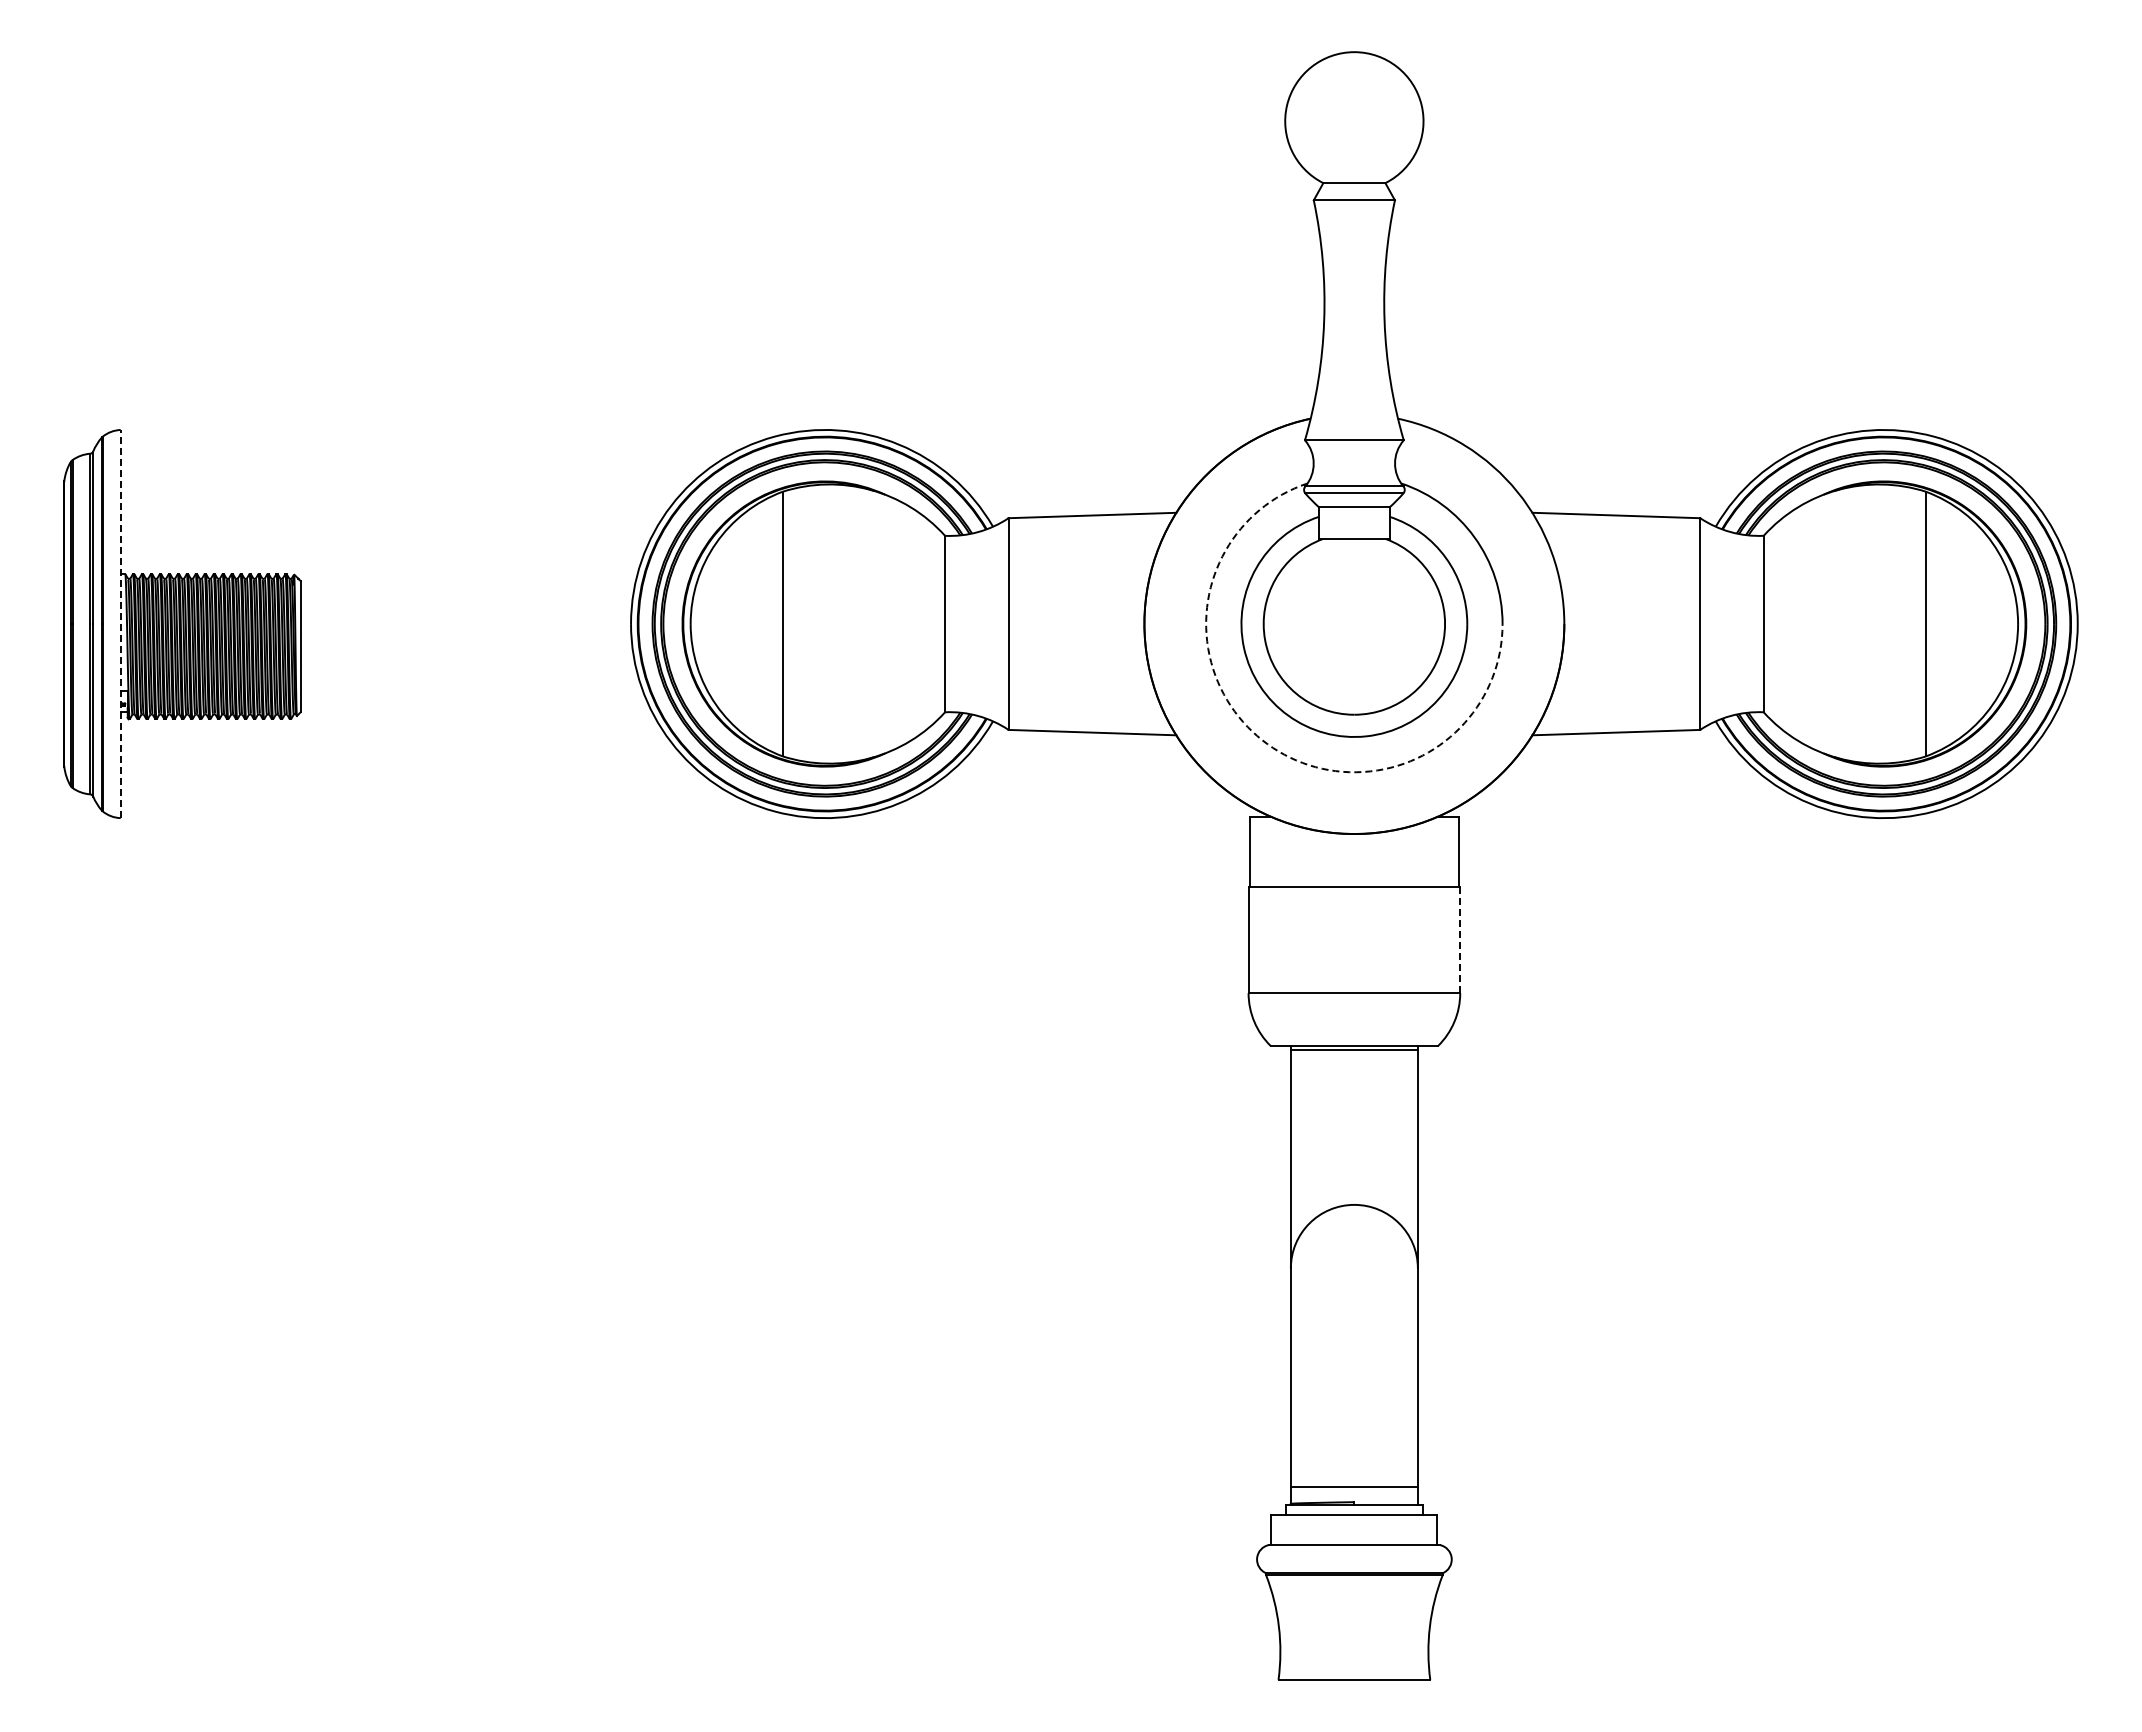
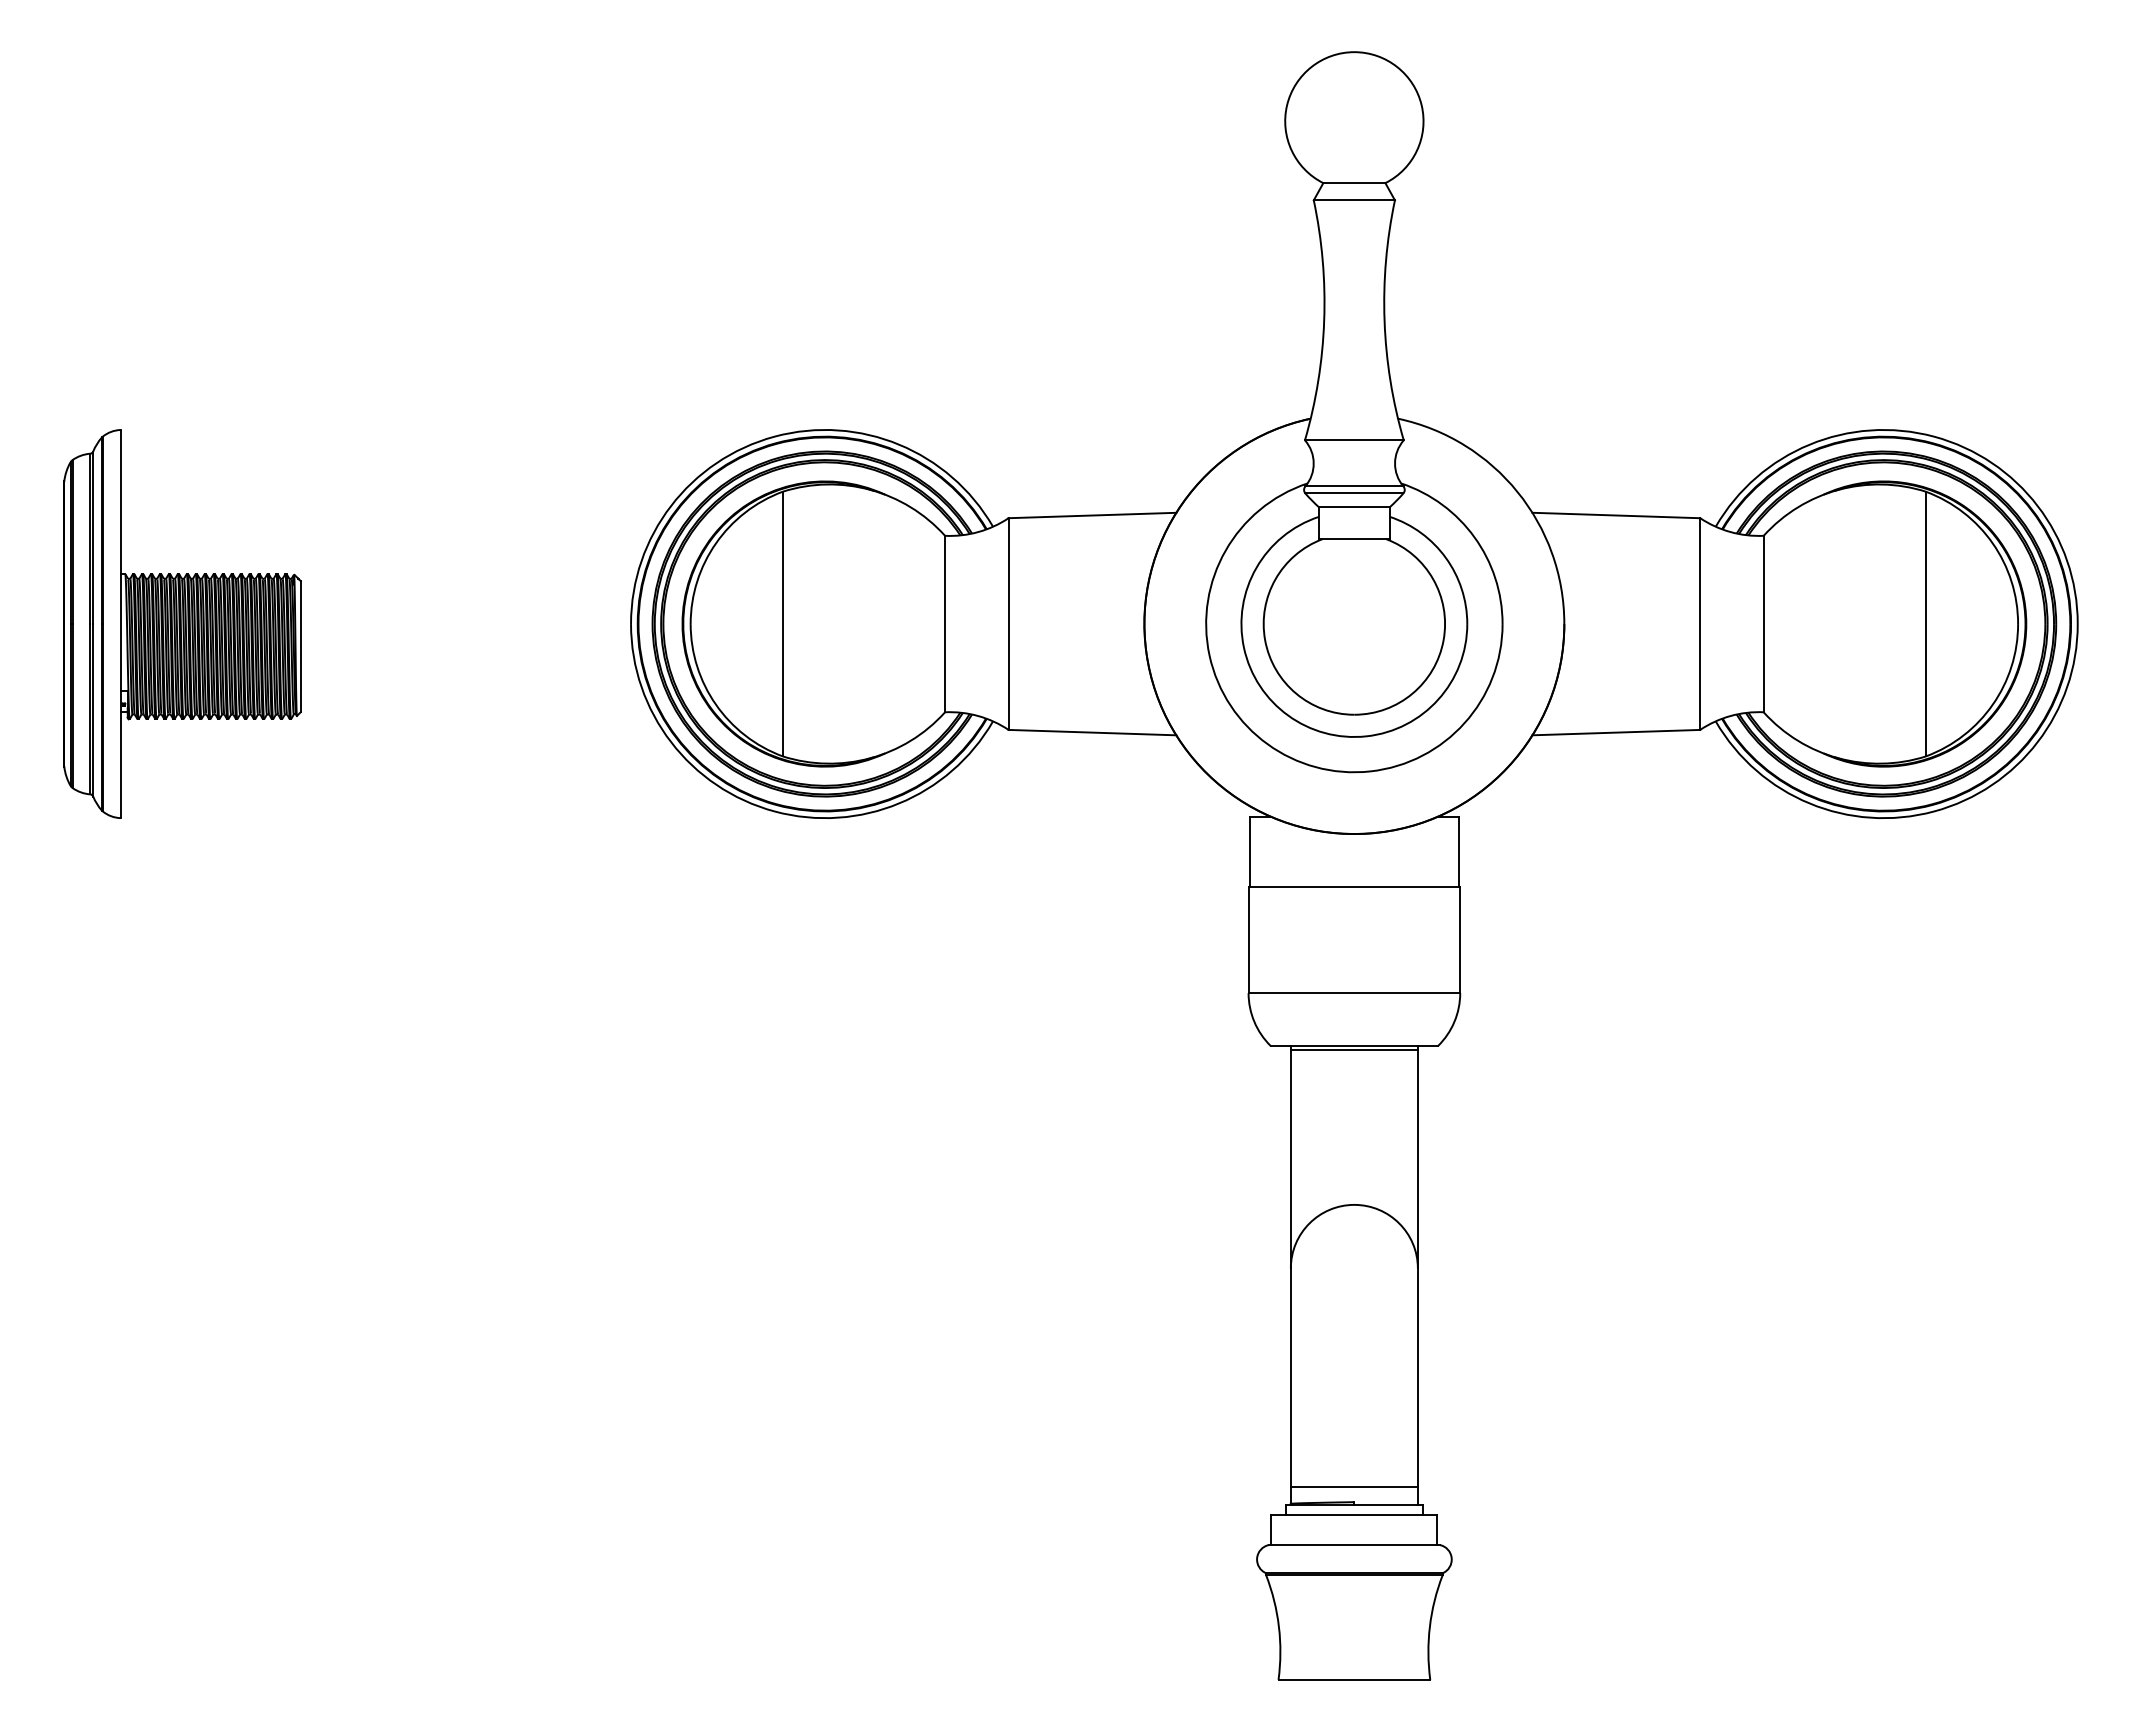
line at (120, 623): dashed -> solid
arc at (1267, 744): dashed -> solid
line at (1460, 940): dashed -> solid
